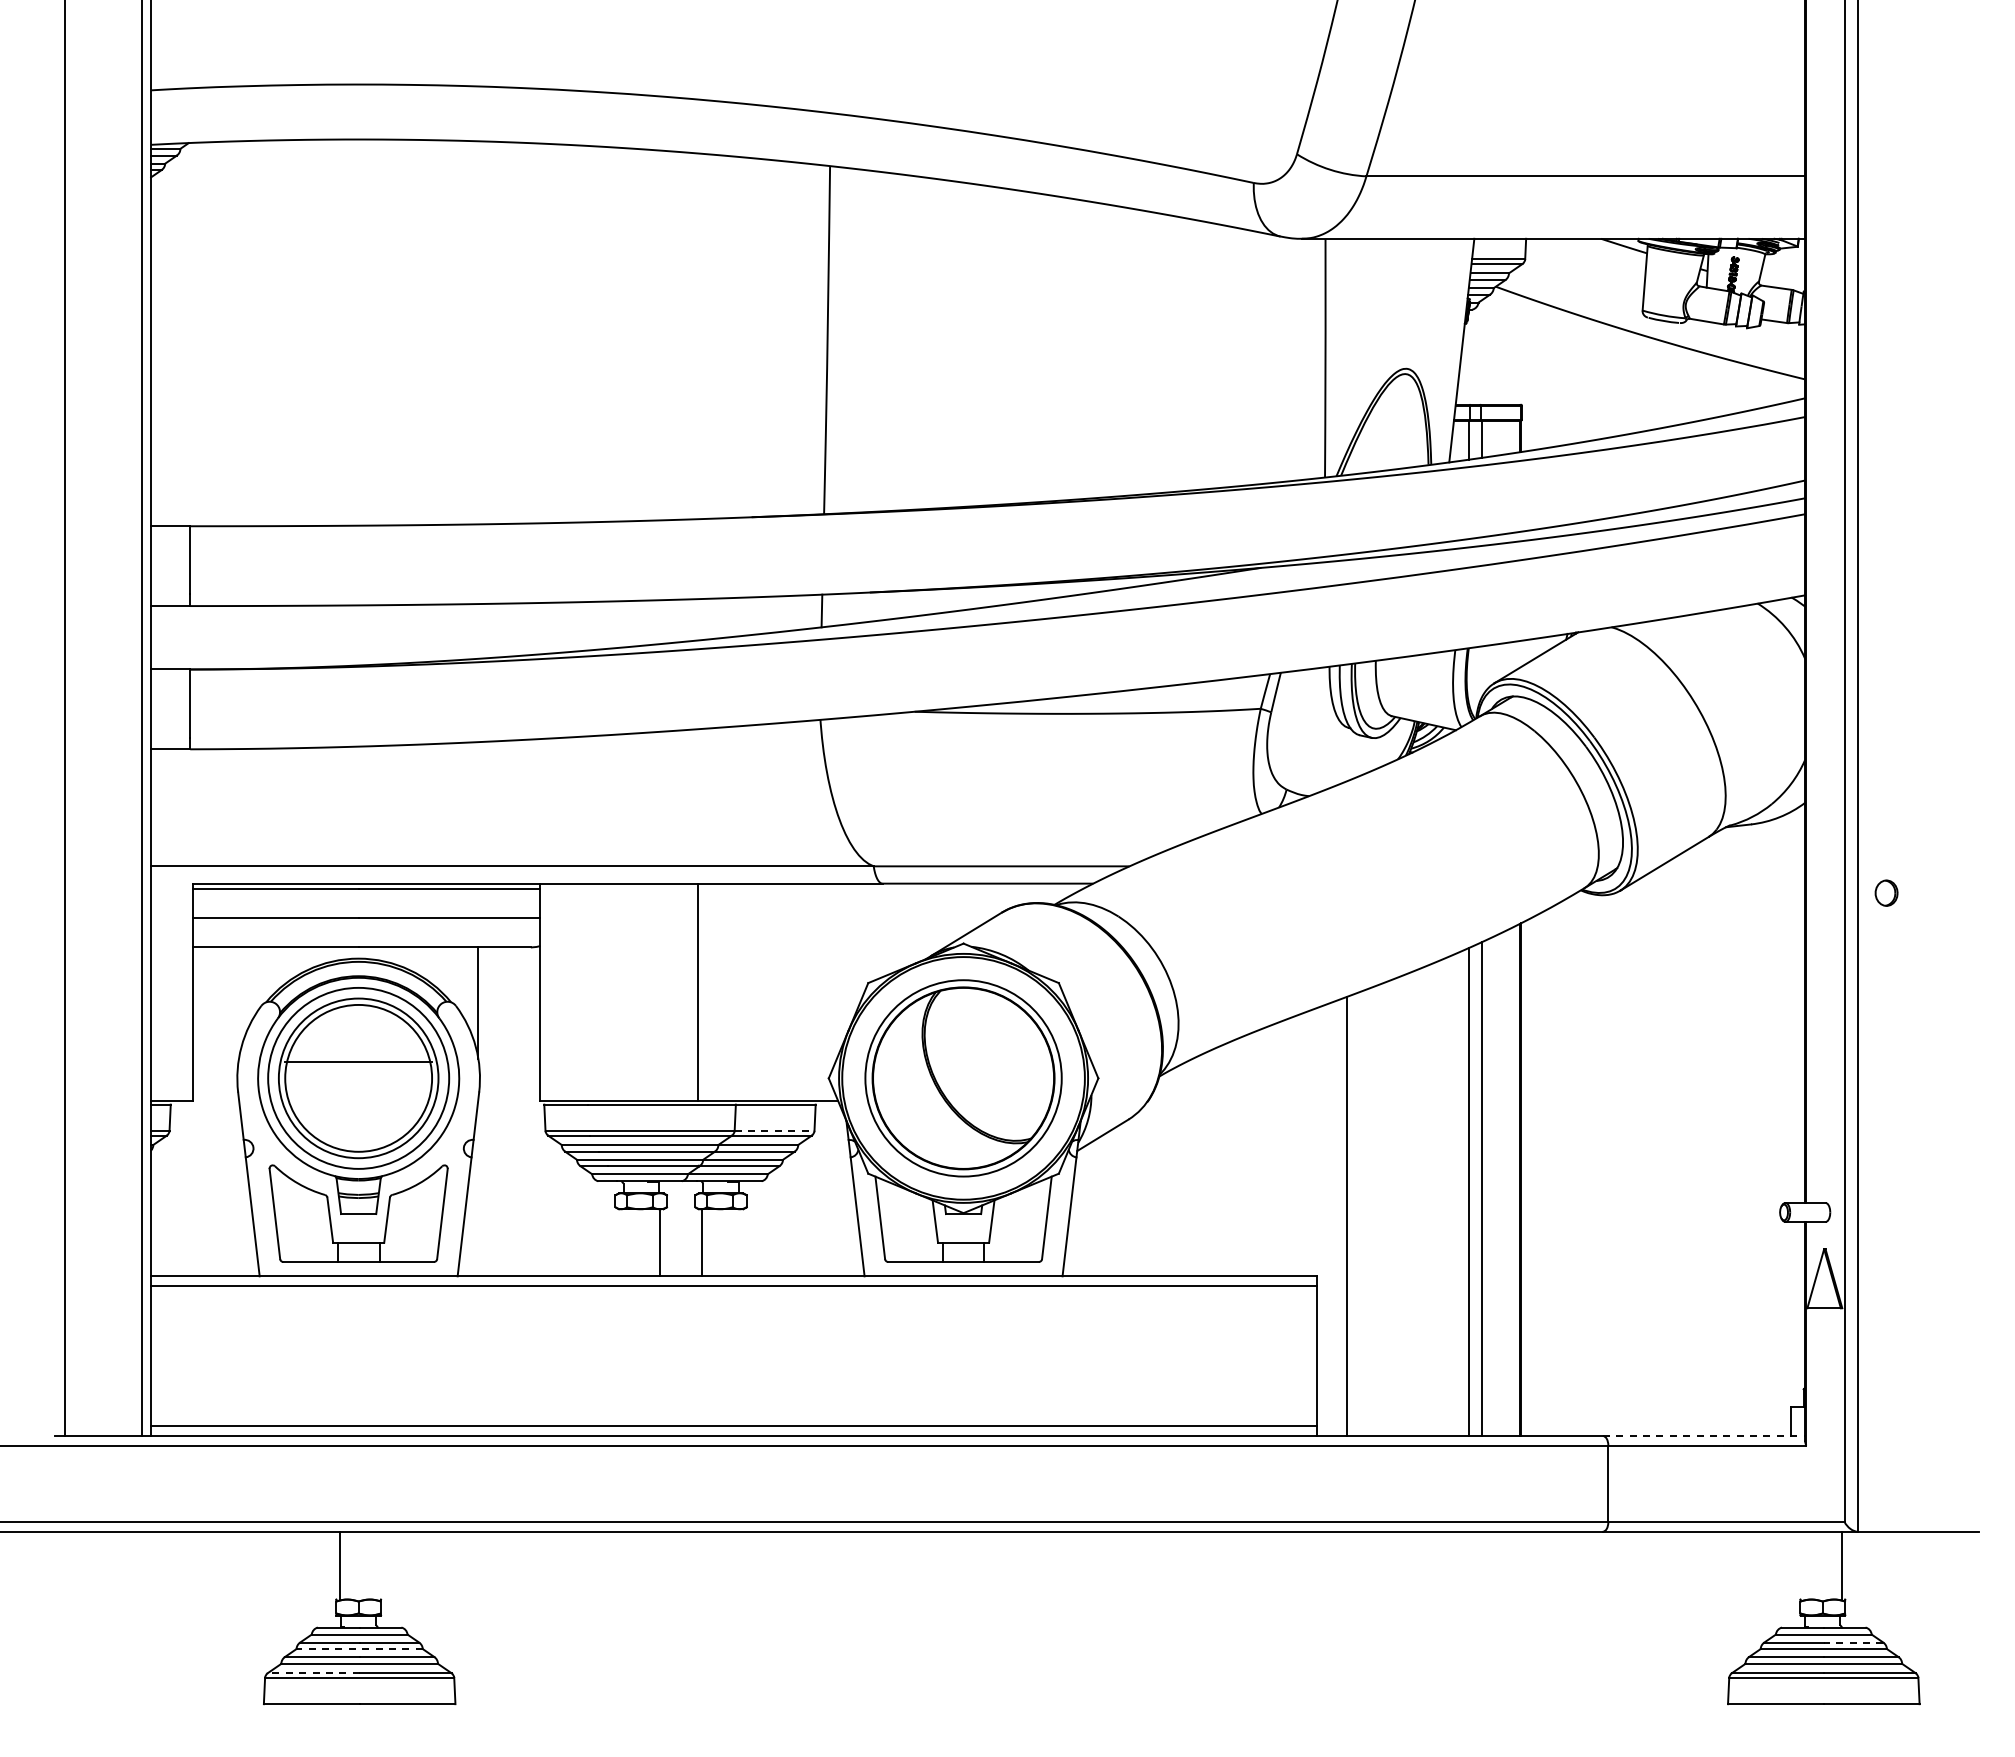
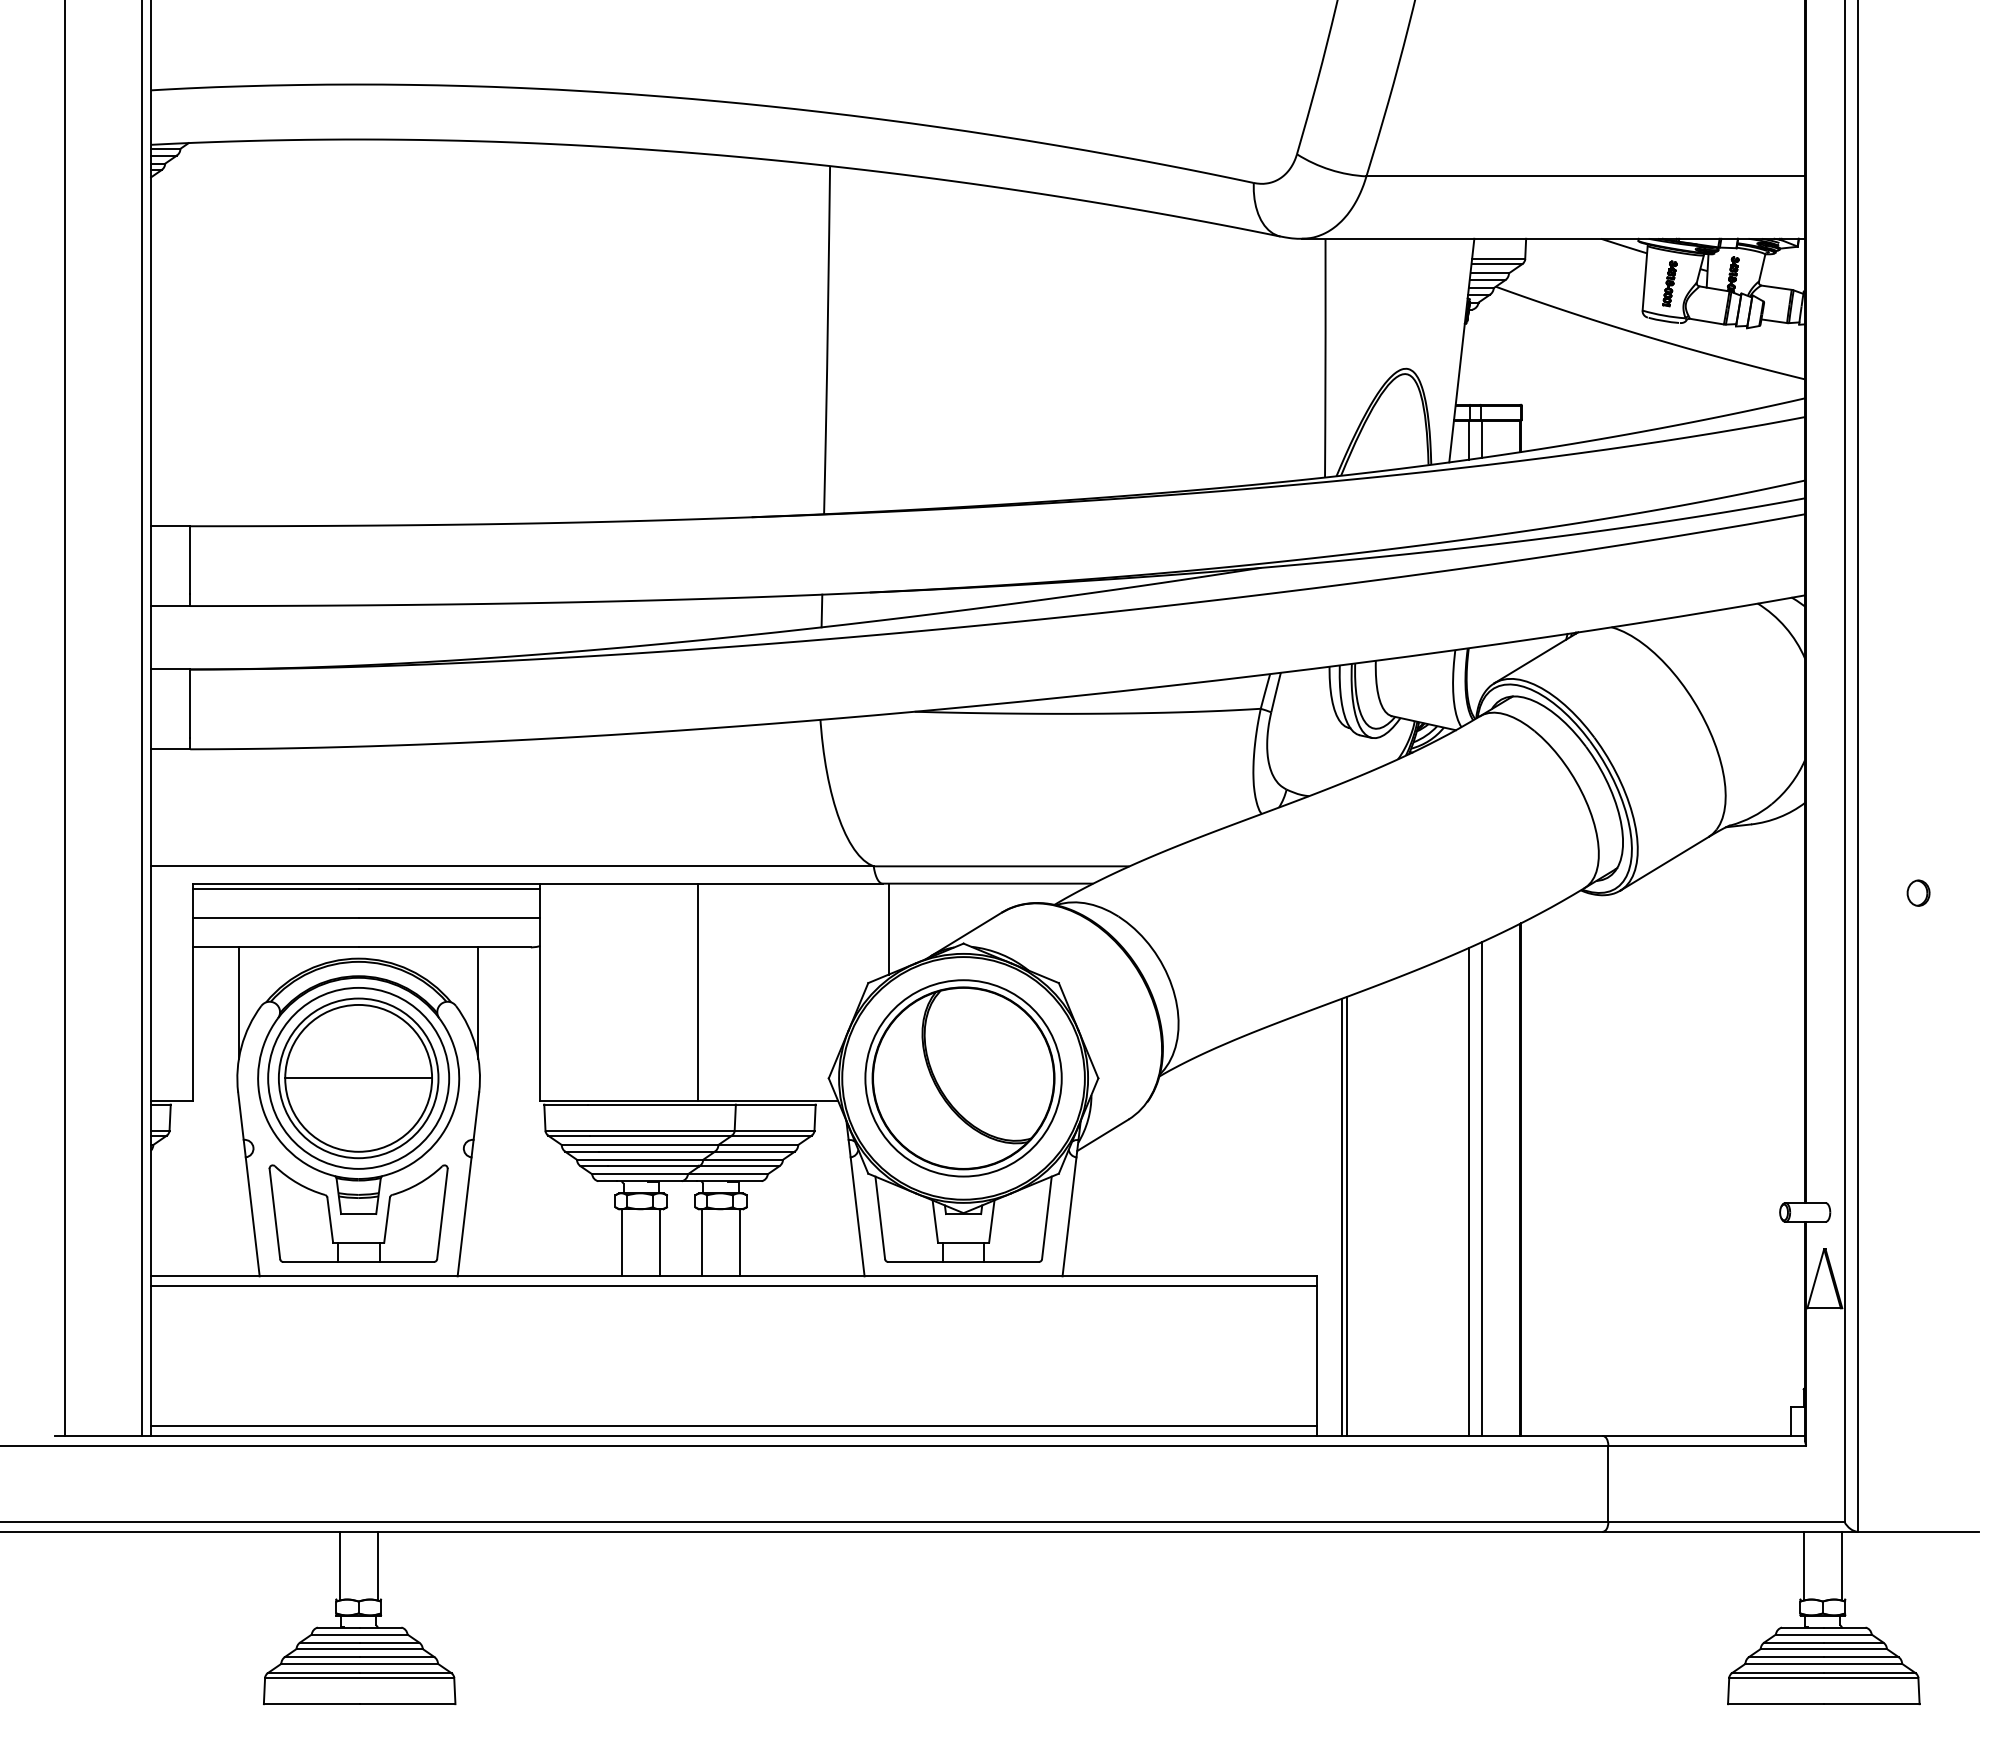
part at (1669, 283): none -> present
part at (1886, 892) position: (1886, 892) -> (1918, 892)
line at (888, 928): none -> present
line at (238, 1002): none -> present
line at (358, 1062) position: (358, 1062) -> (358, 1078)
line at (774, 1130): dashed -> solid
line at (1342, 1216): none -> present
line at (622, 1242): none -> present
line at (740, 1242): none -> present
line at (1704, 1435): dashed -> solid
line at (377, 1565): none -> present
line at (1803, 1565): none -> present
line at (1853, 1642): dashed -> solid
line at (359, 1649): dashed -> solid
line at (313, 1673): dashed -> solid
